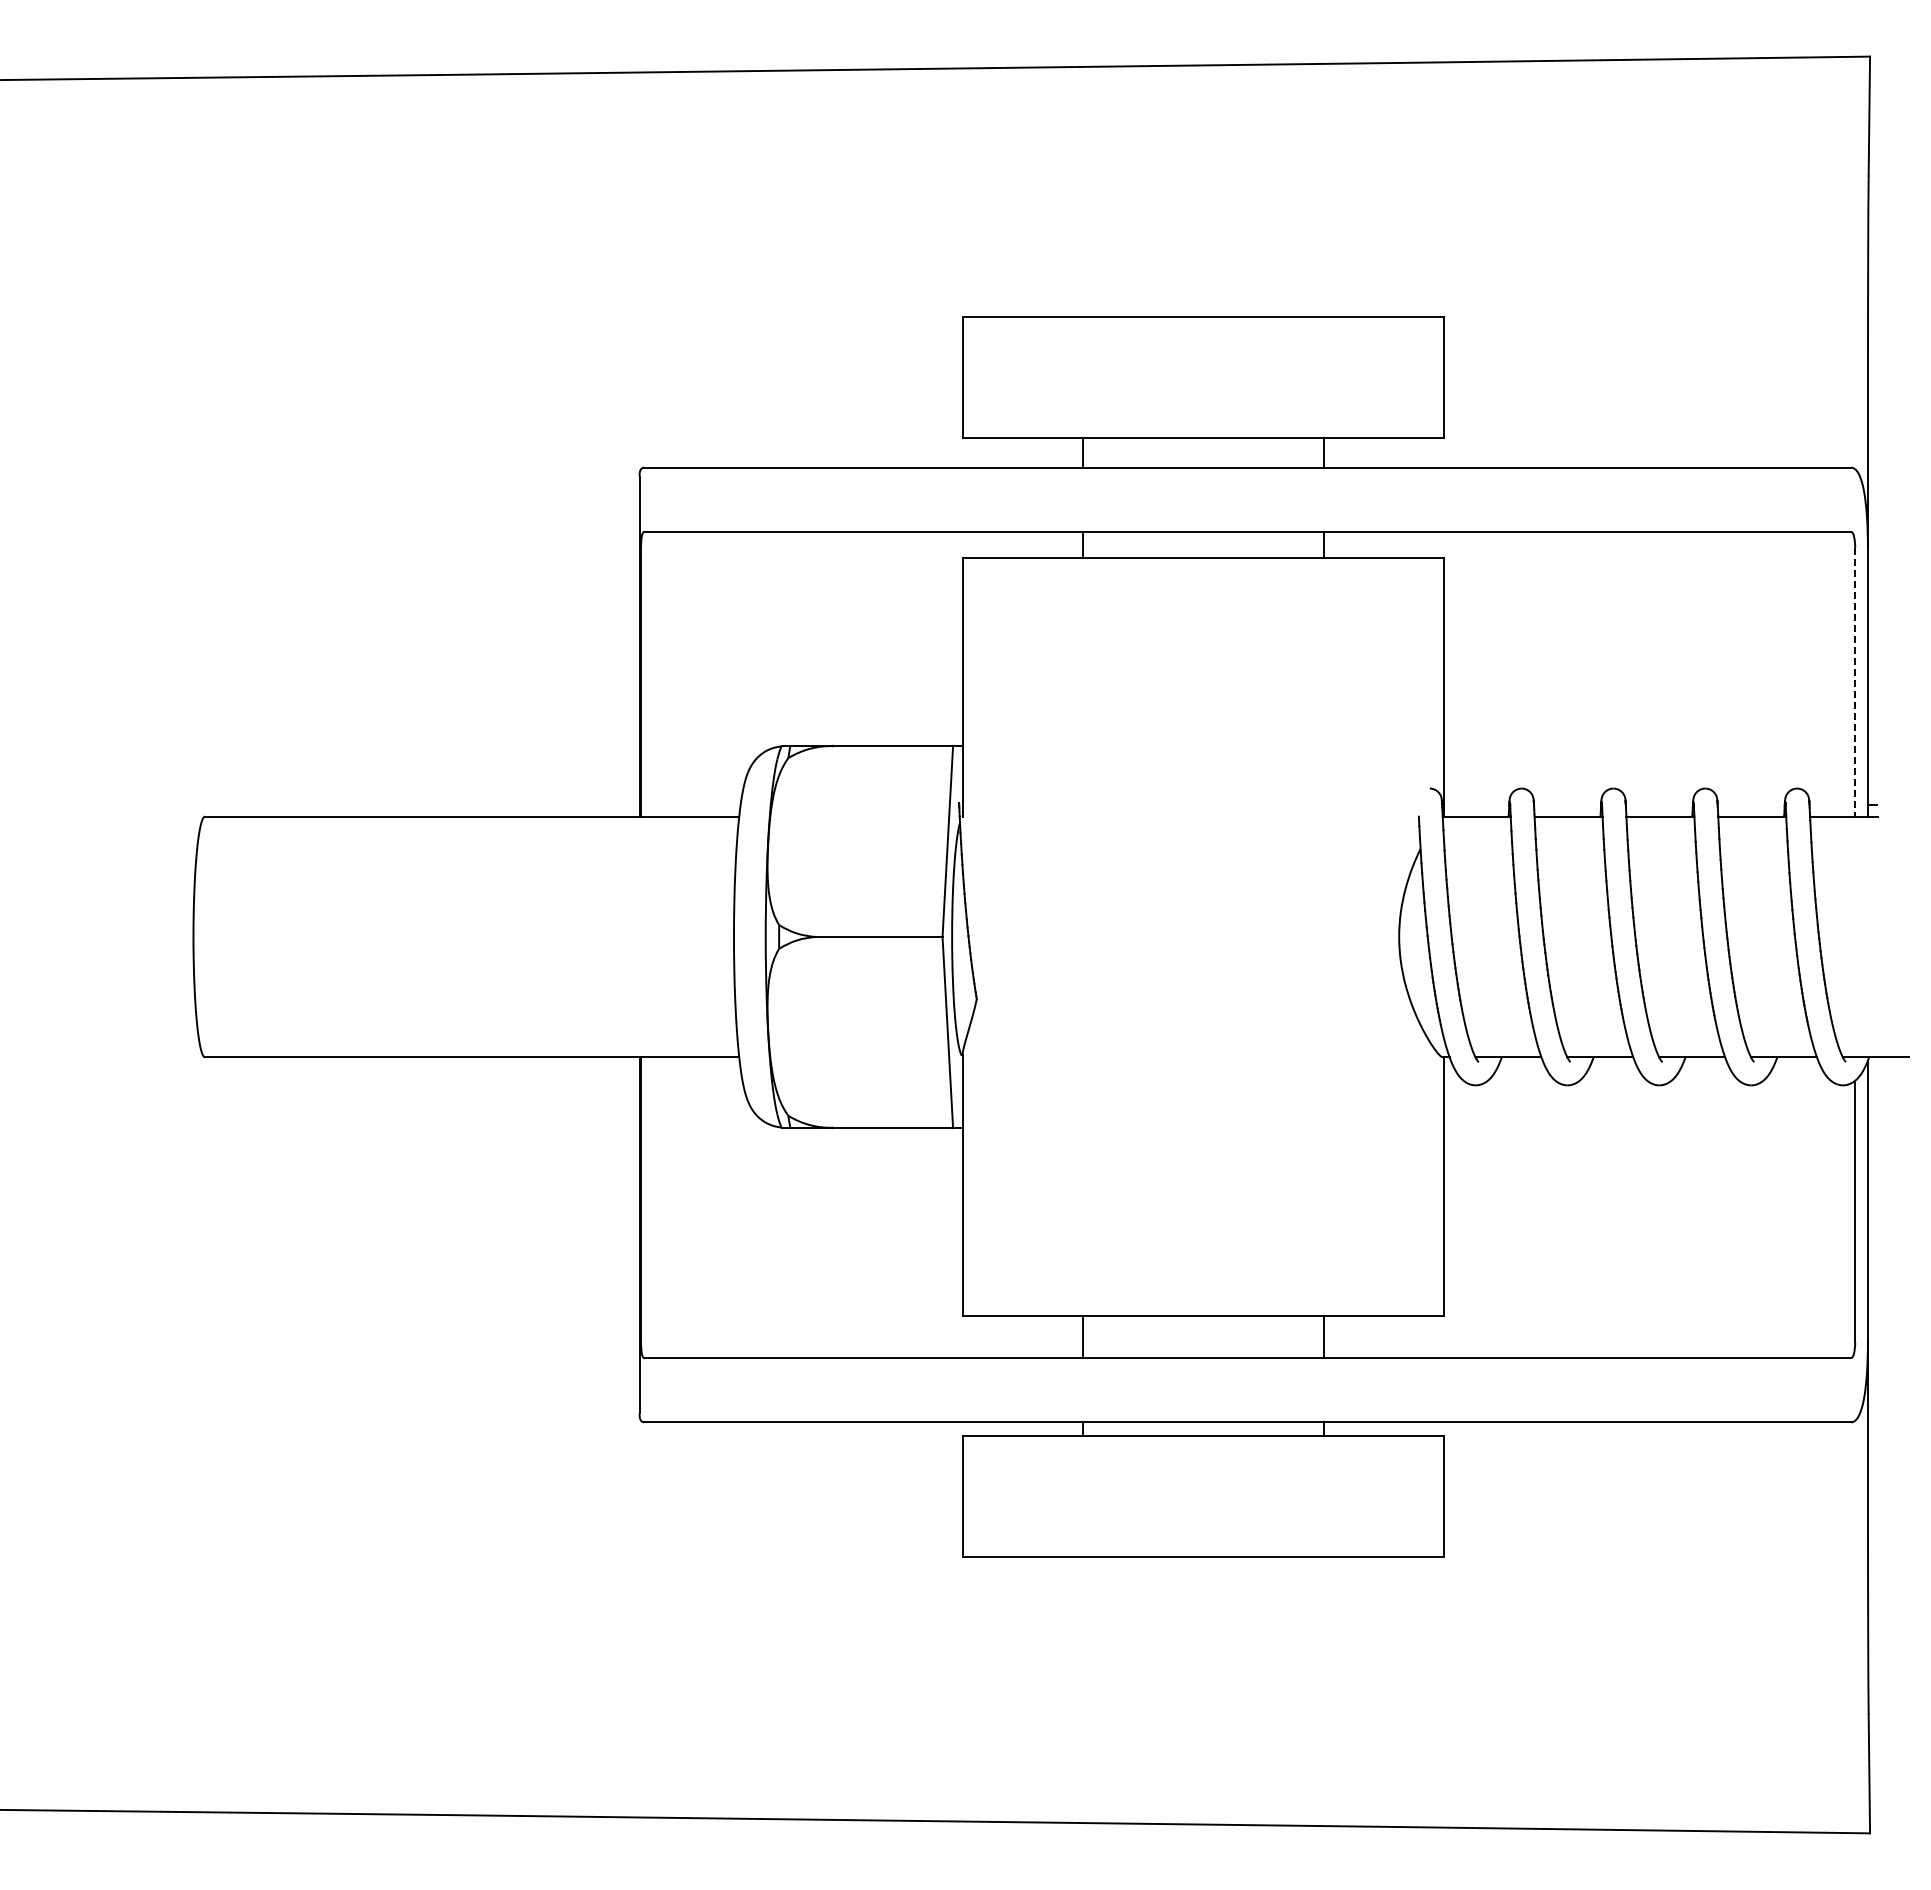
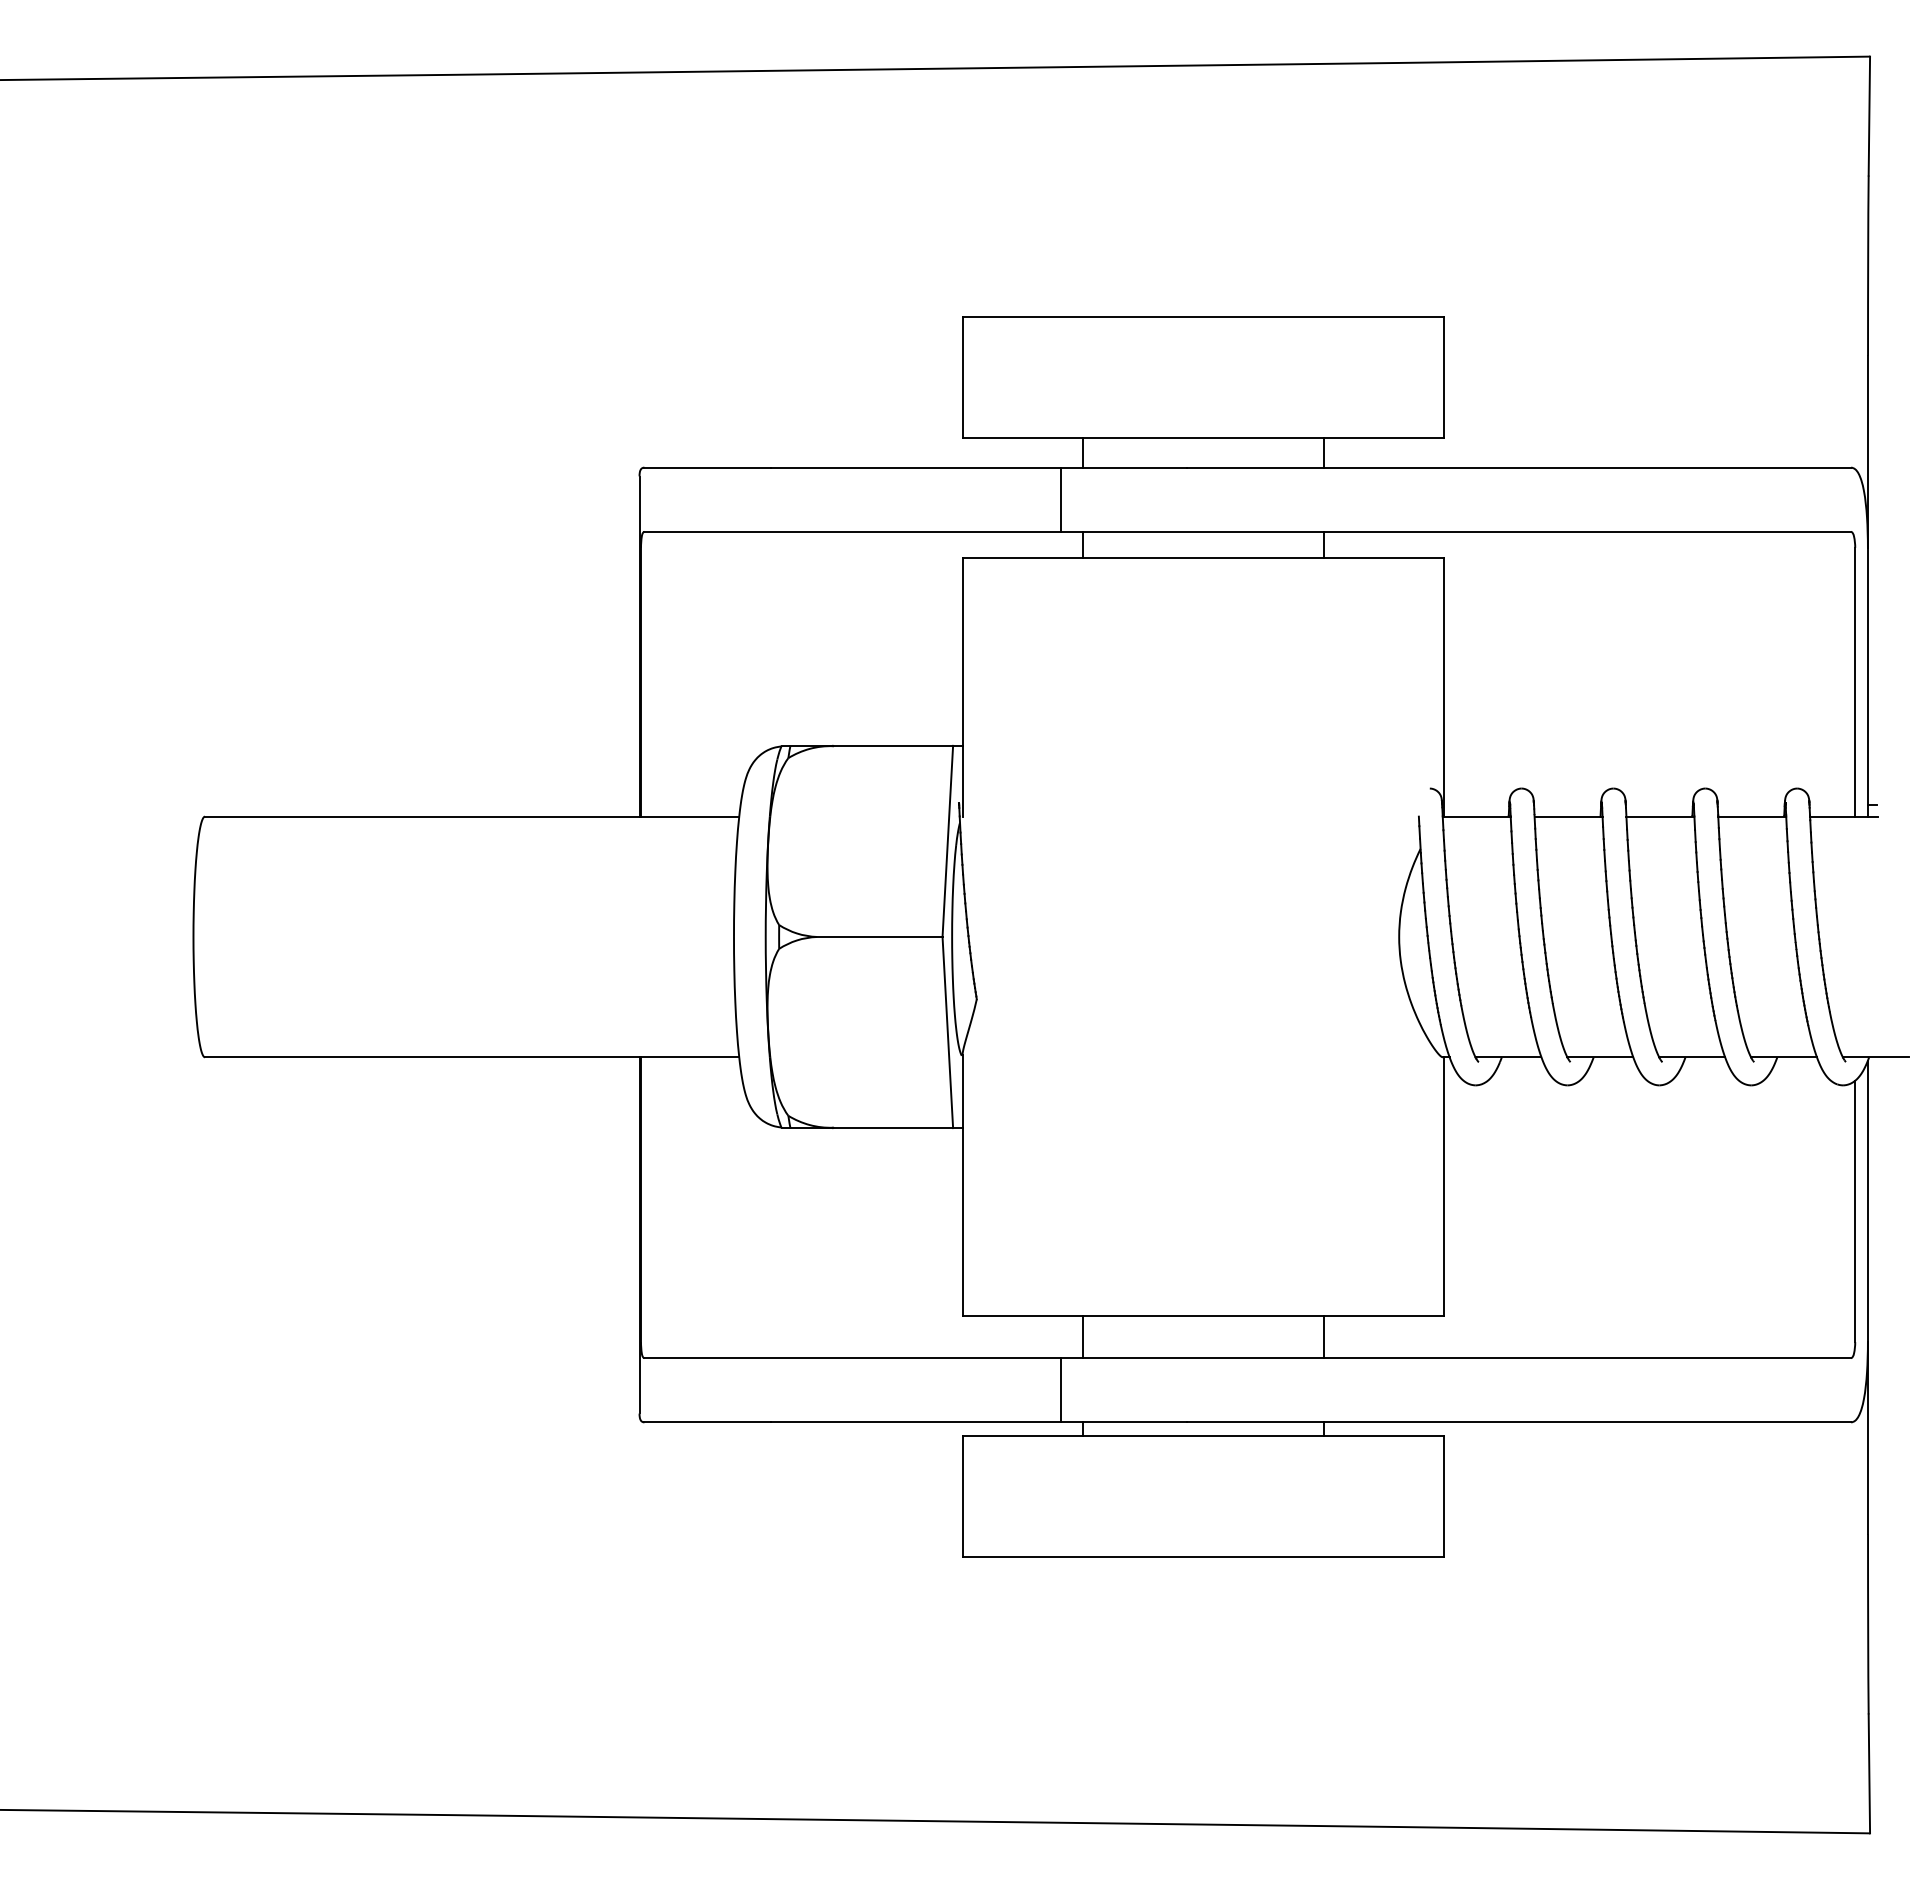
line at (1060, 499): none -> present
line at (1855, 682): dashed -> solid
line at (1060, 1390): none -> present
